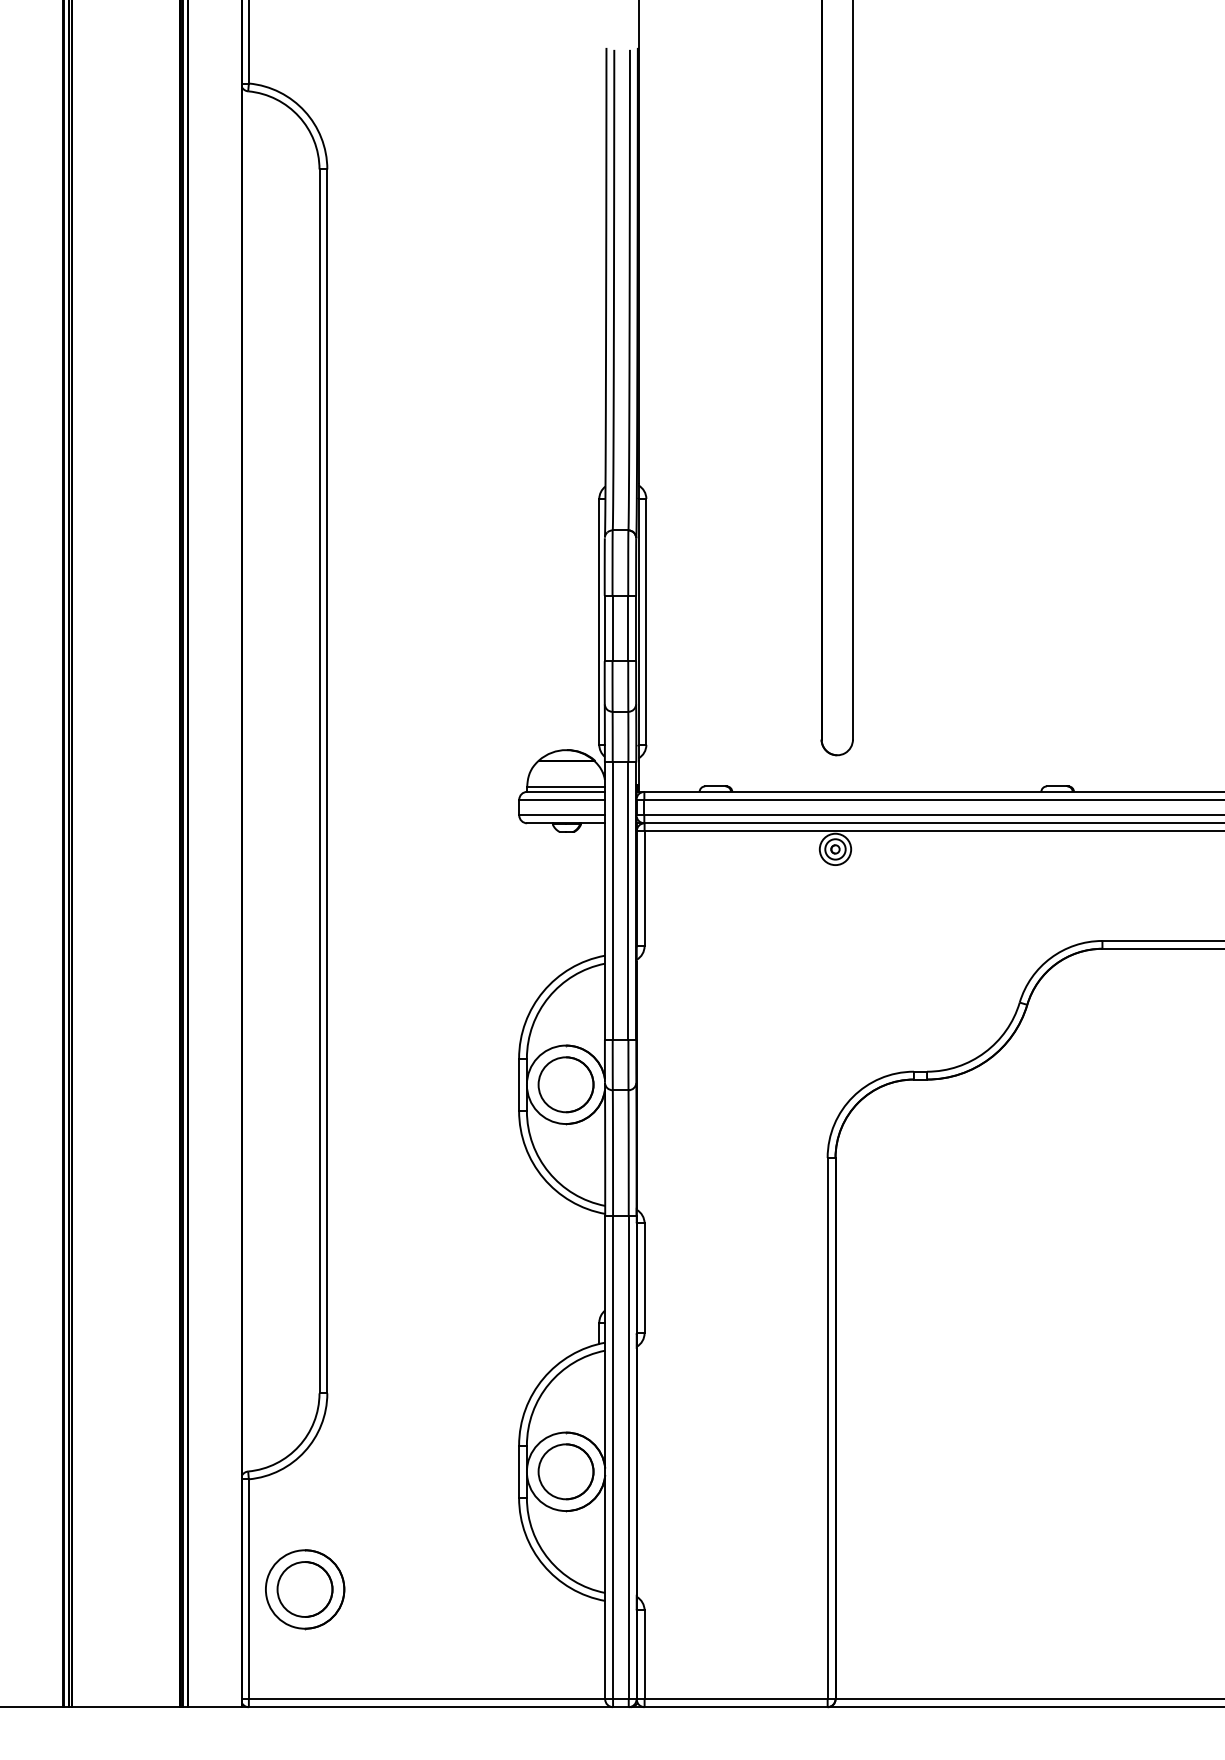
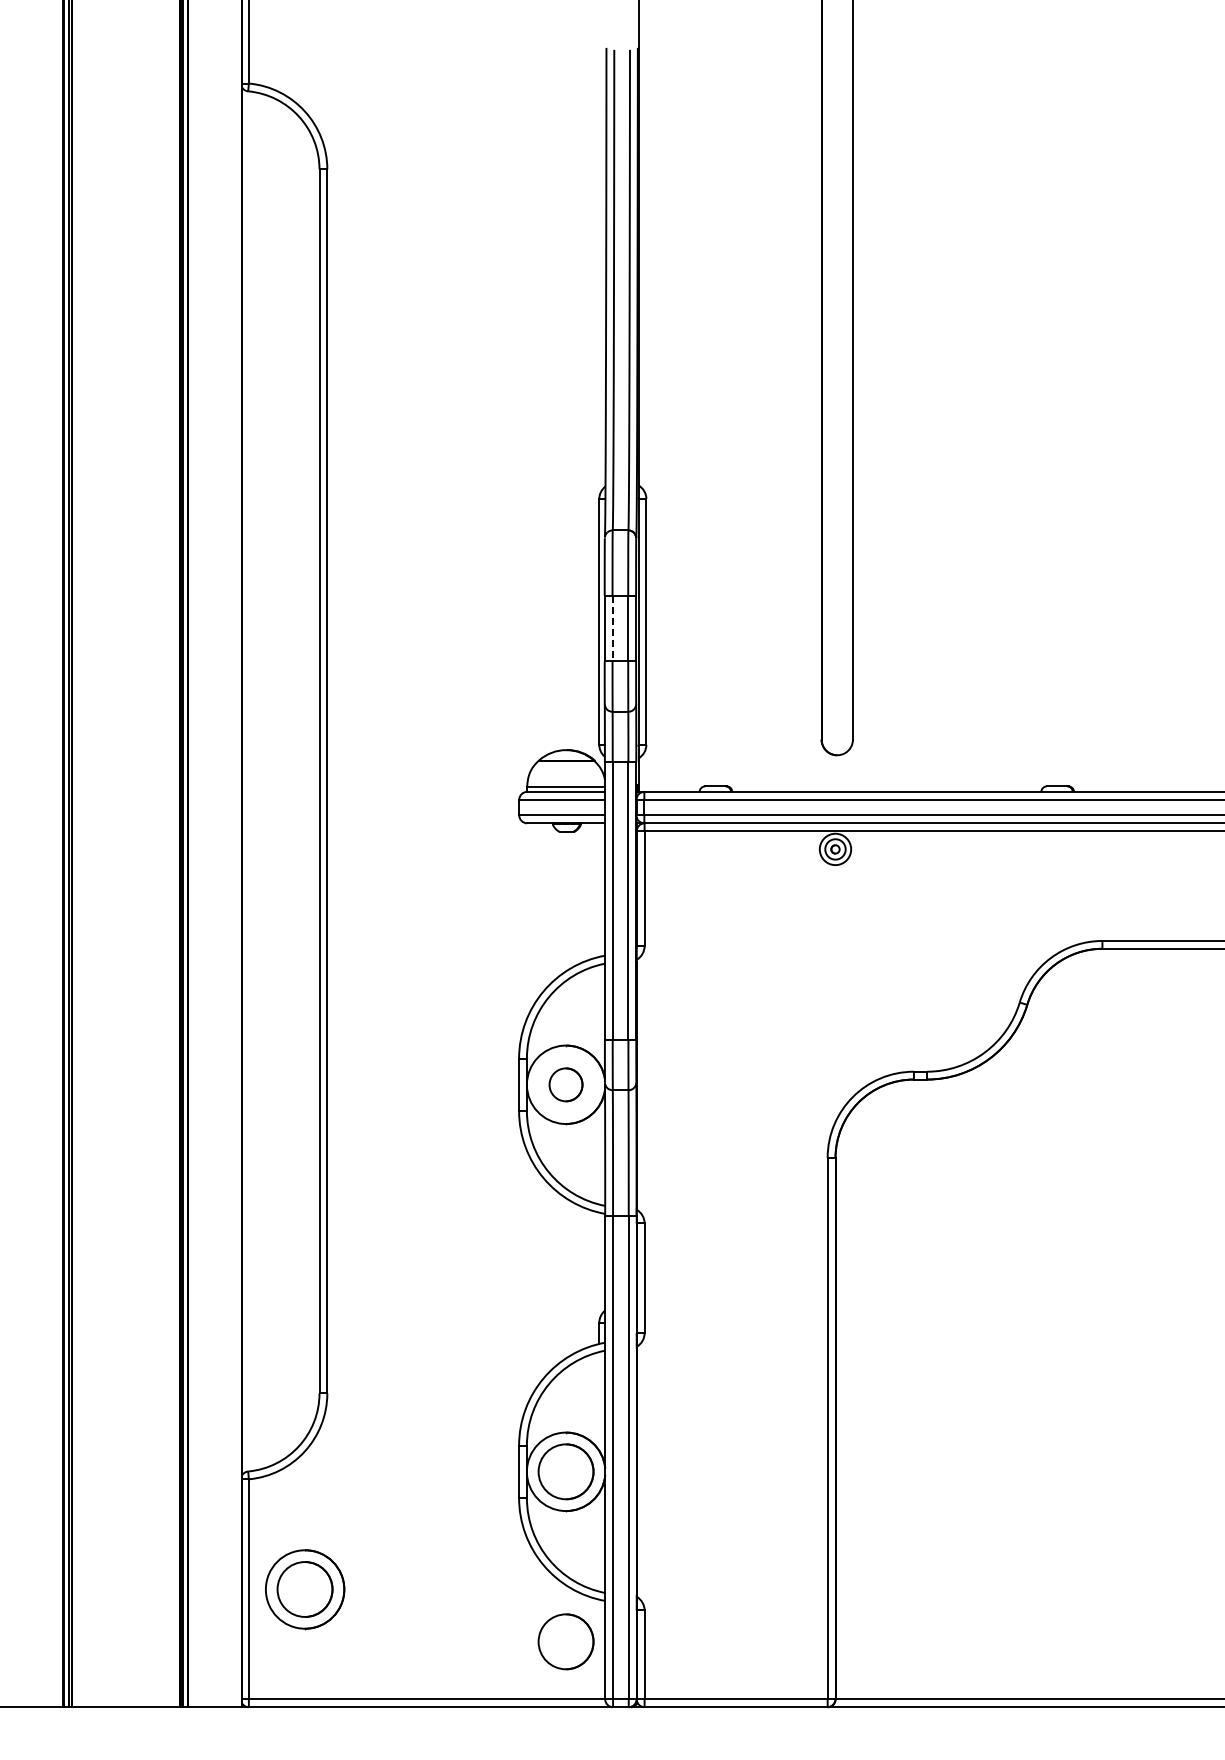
line at (612, 628): solid -> dashed
part at (565, 1084) size: 58x58 px -> 36x36 px
part at (565, 1641): none -> present
